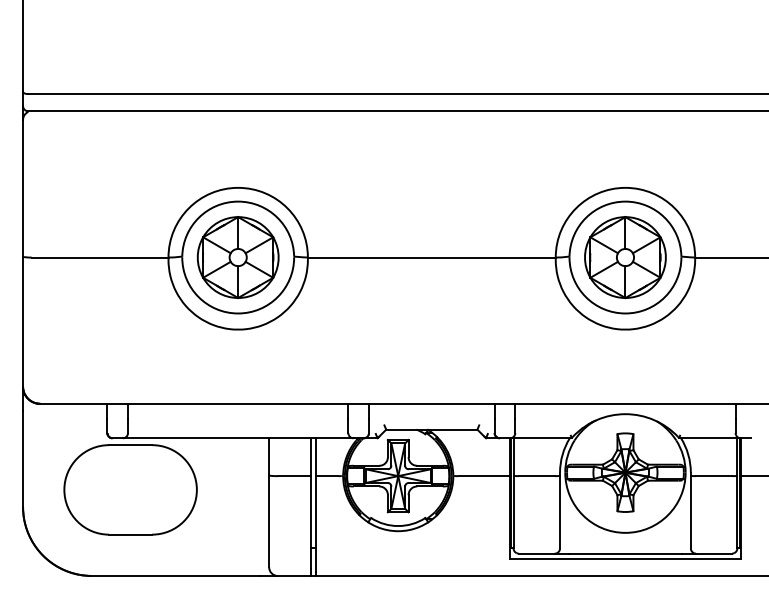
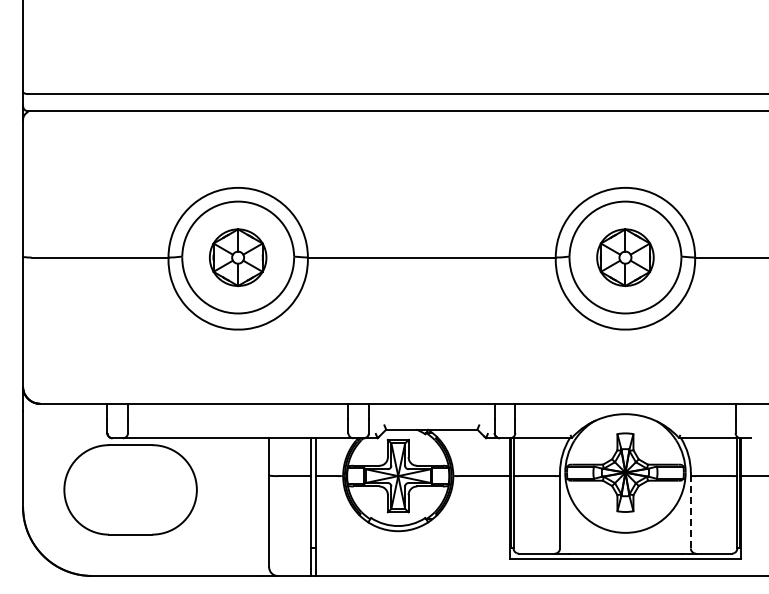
part at (237, 257) size: 84x84 px -> 59x60 px
part at (625, 257) size: 83x84 px -> 59x60 px
line at (690, 511): solid -> dashed
